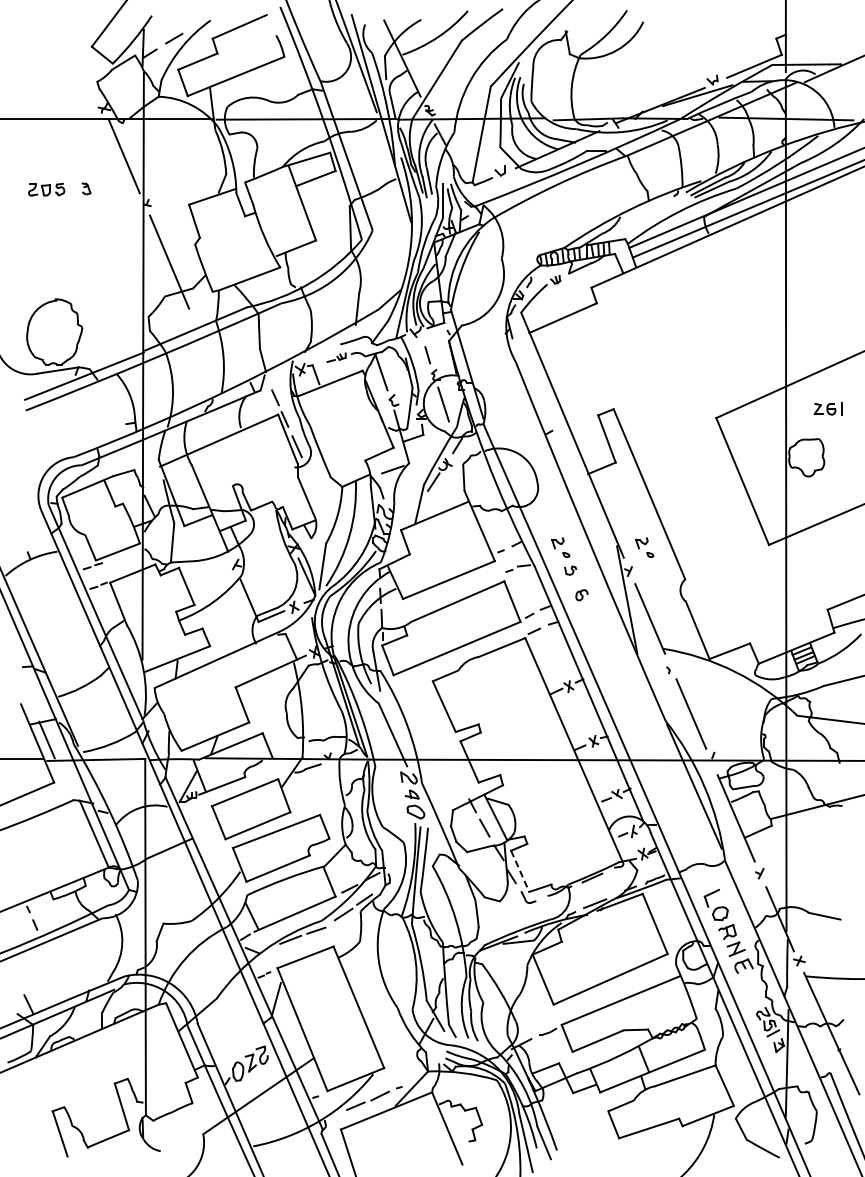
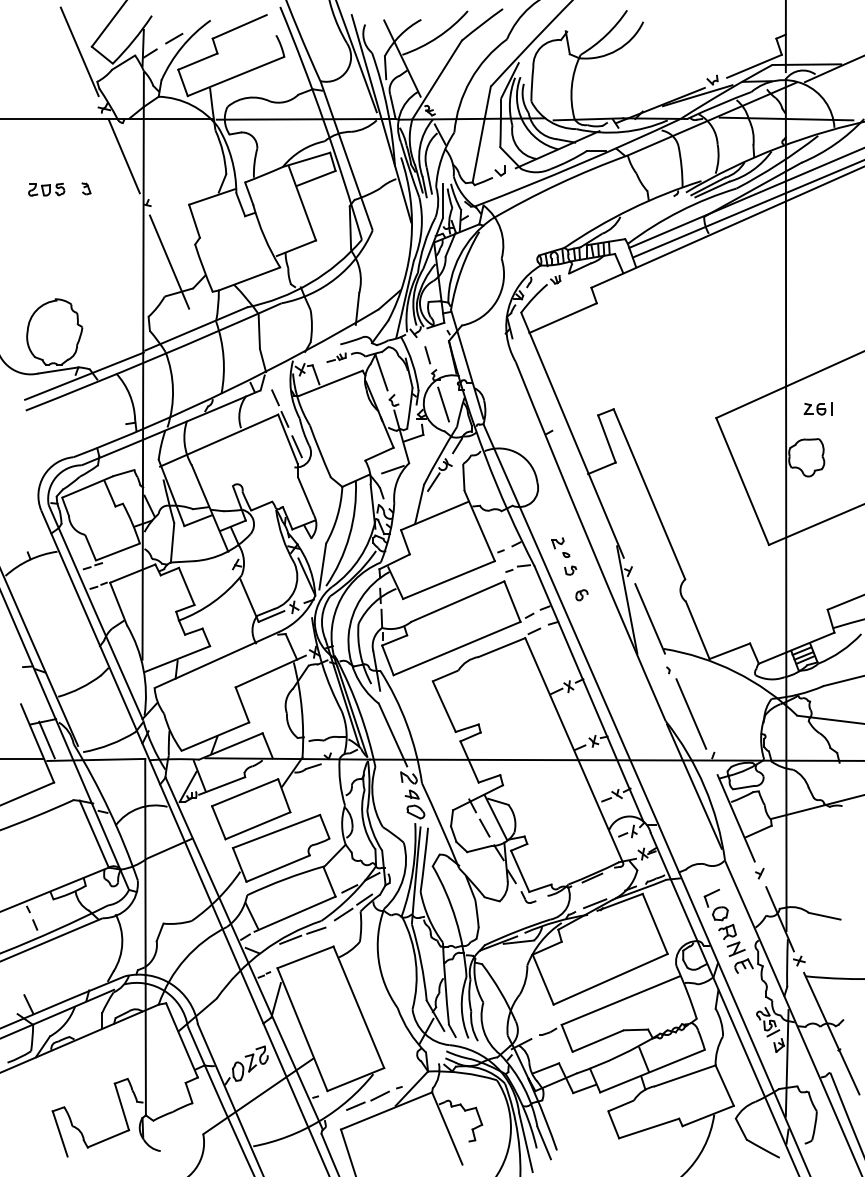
line at (79, 51): none -> present
part at (827, 408) position: (827, 408) -> (817, 408)
part at (644, 547): present -> none
line at (520, 871): dashed -> solid
